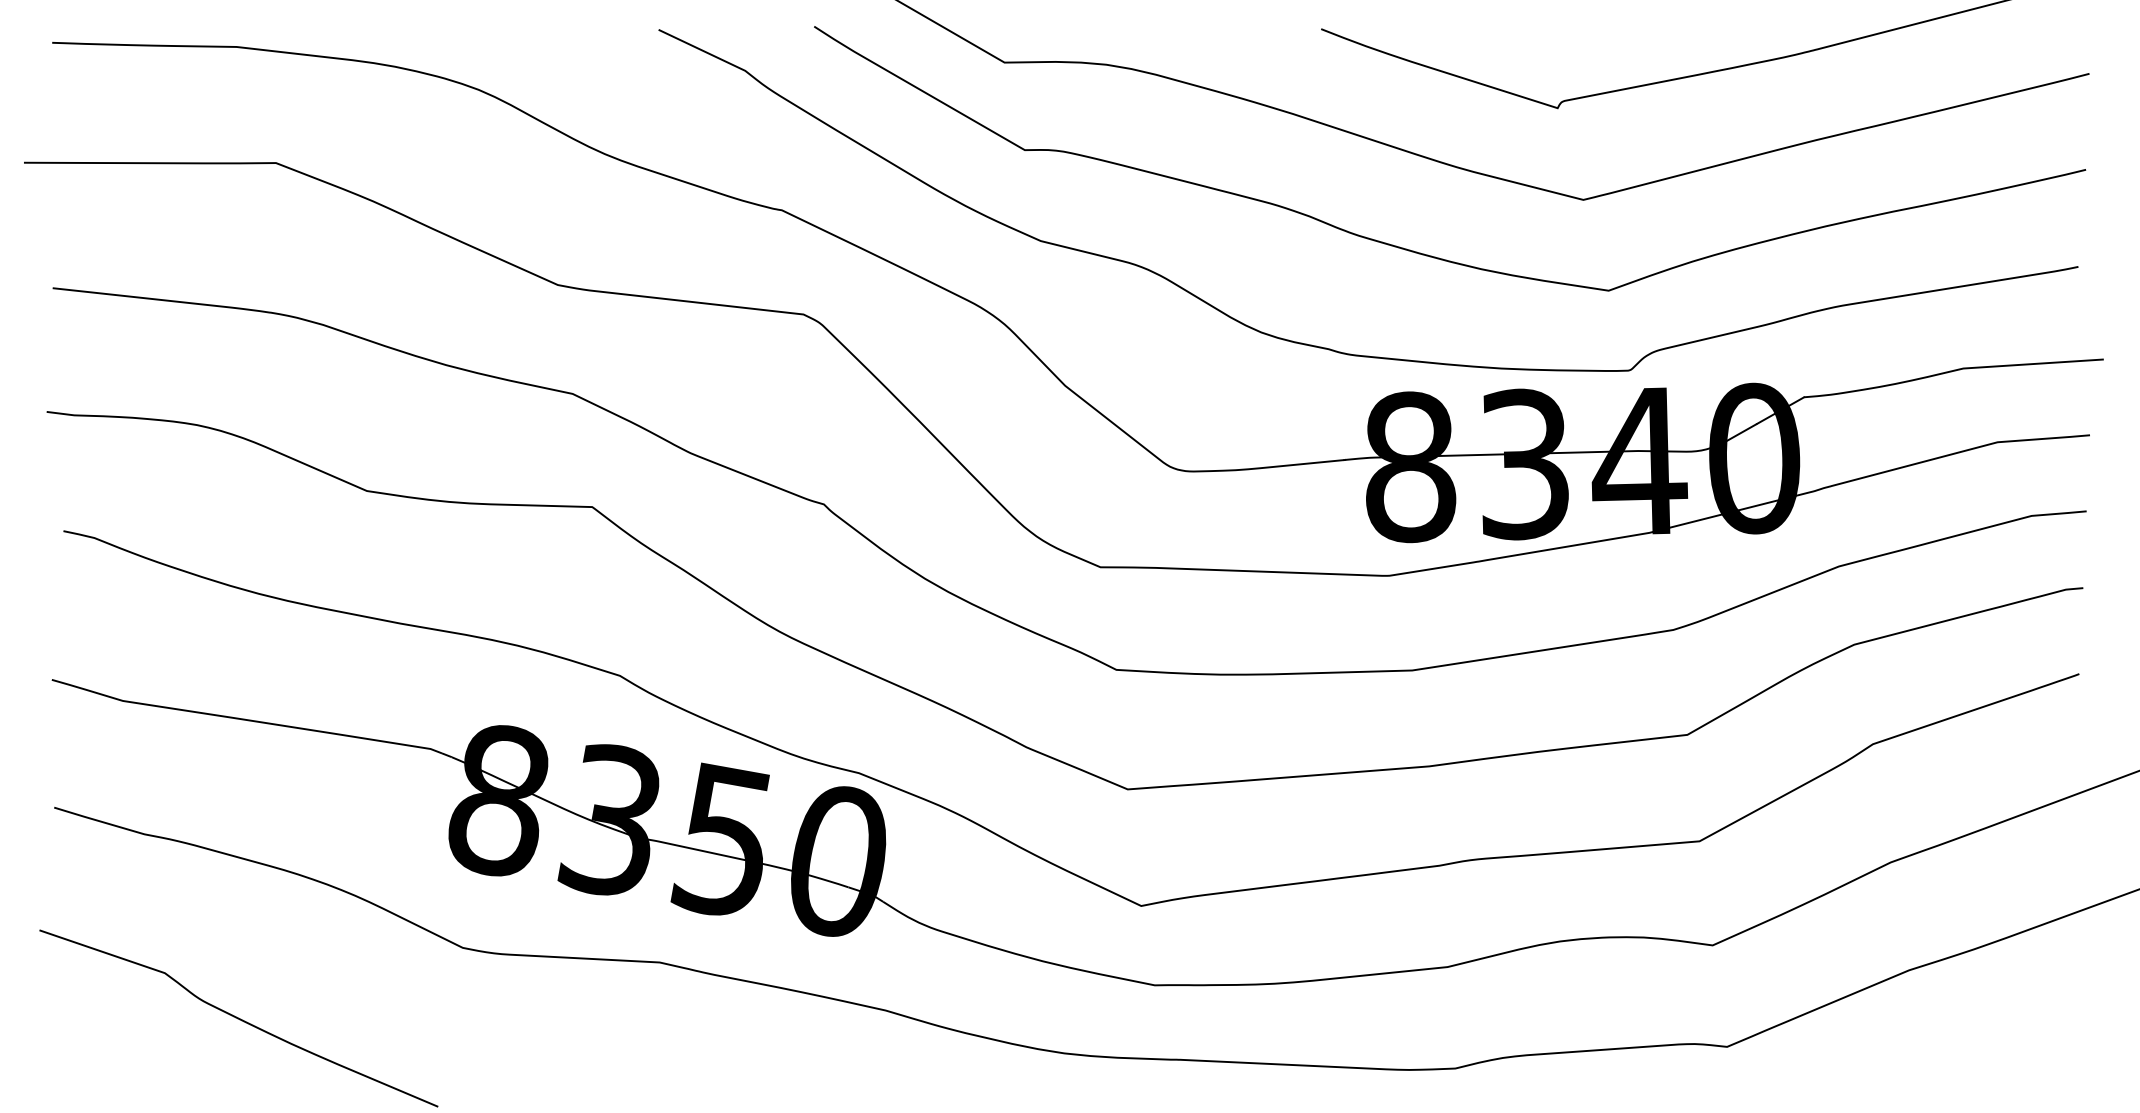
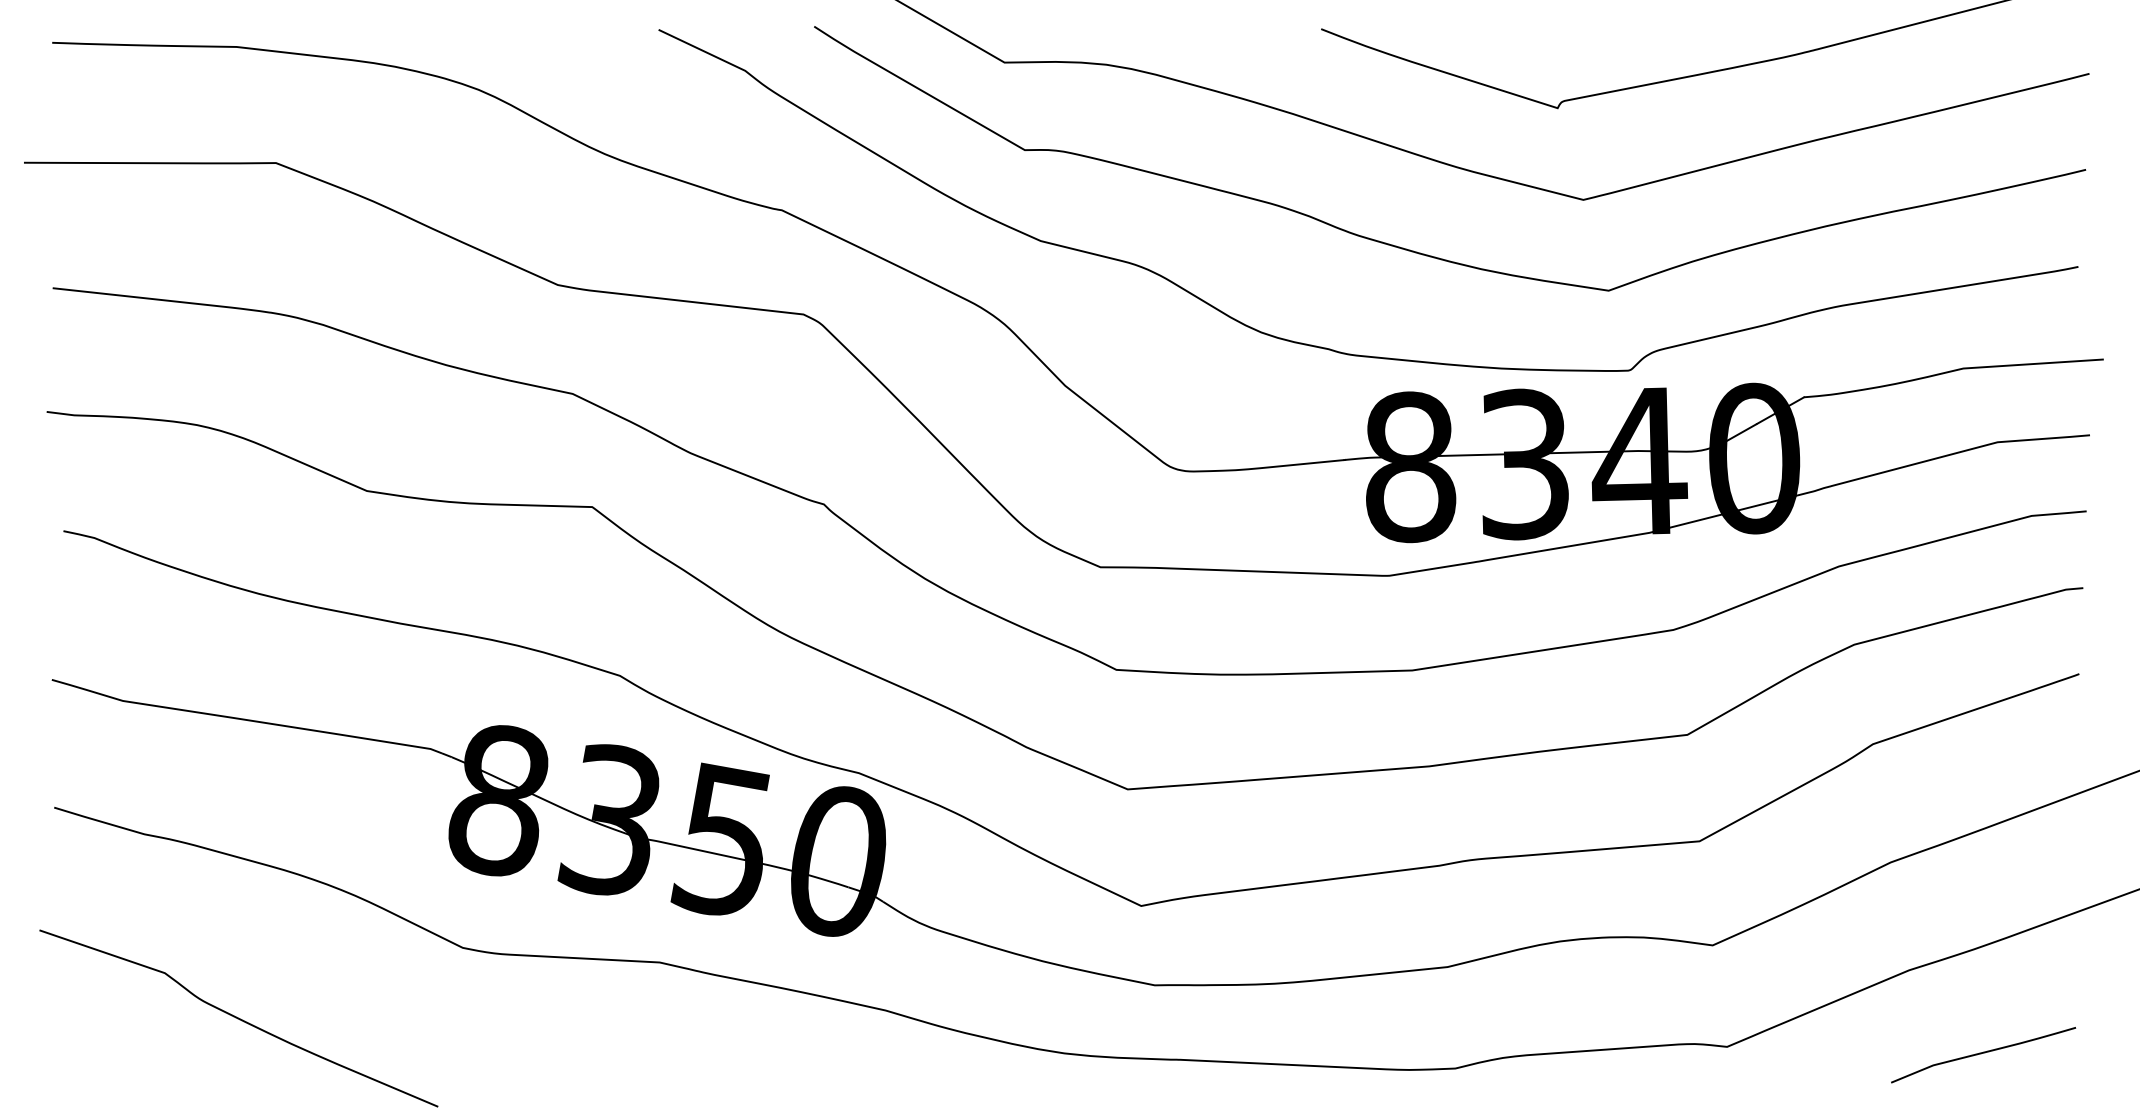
curve at (1983, 1053): none -> present
